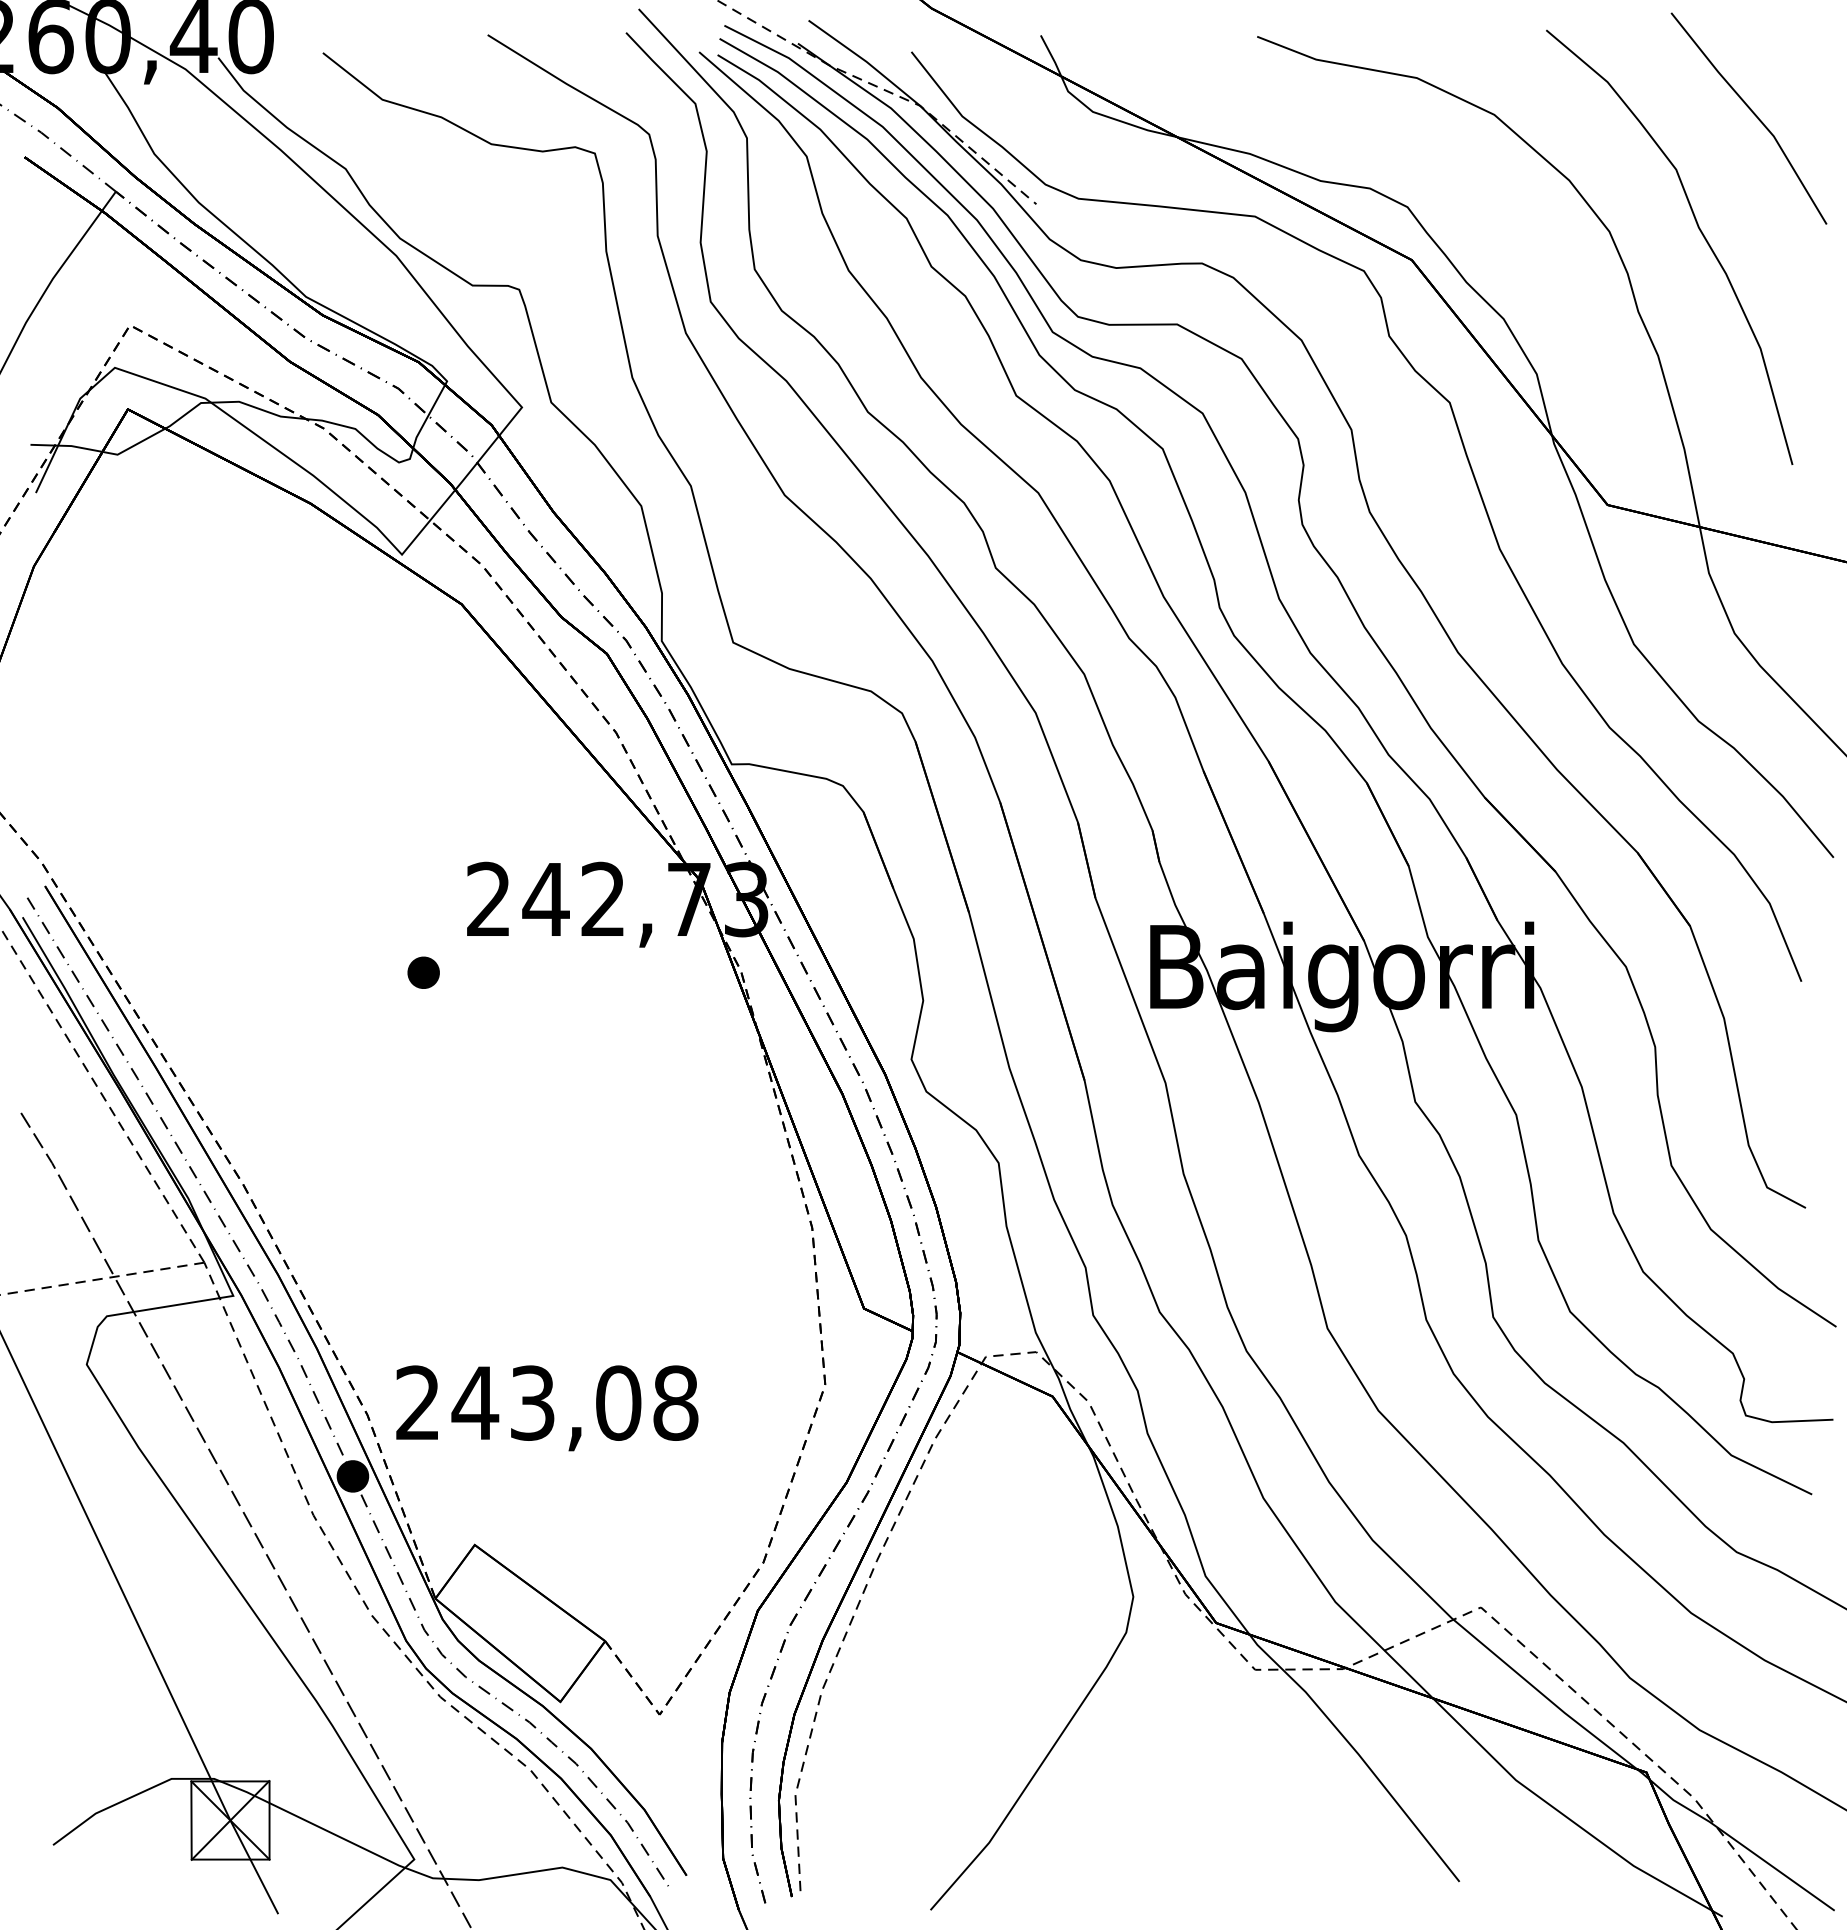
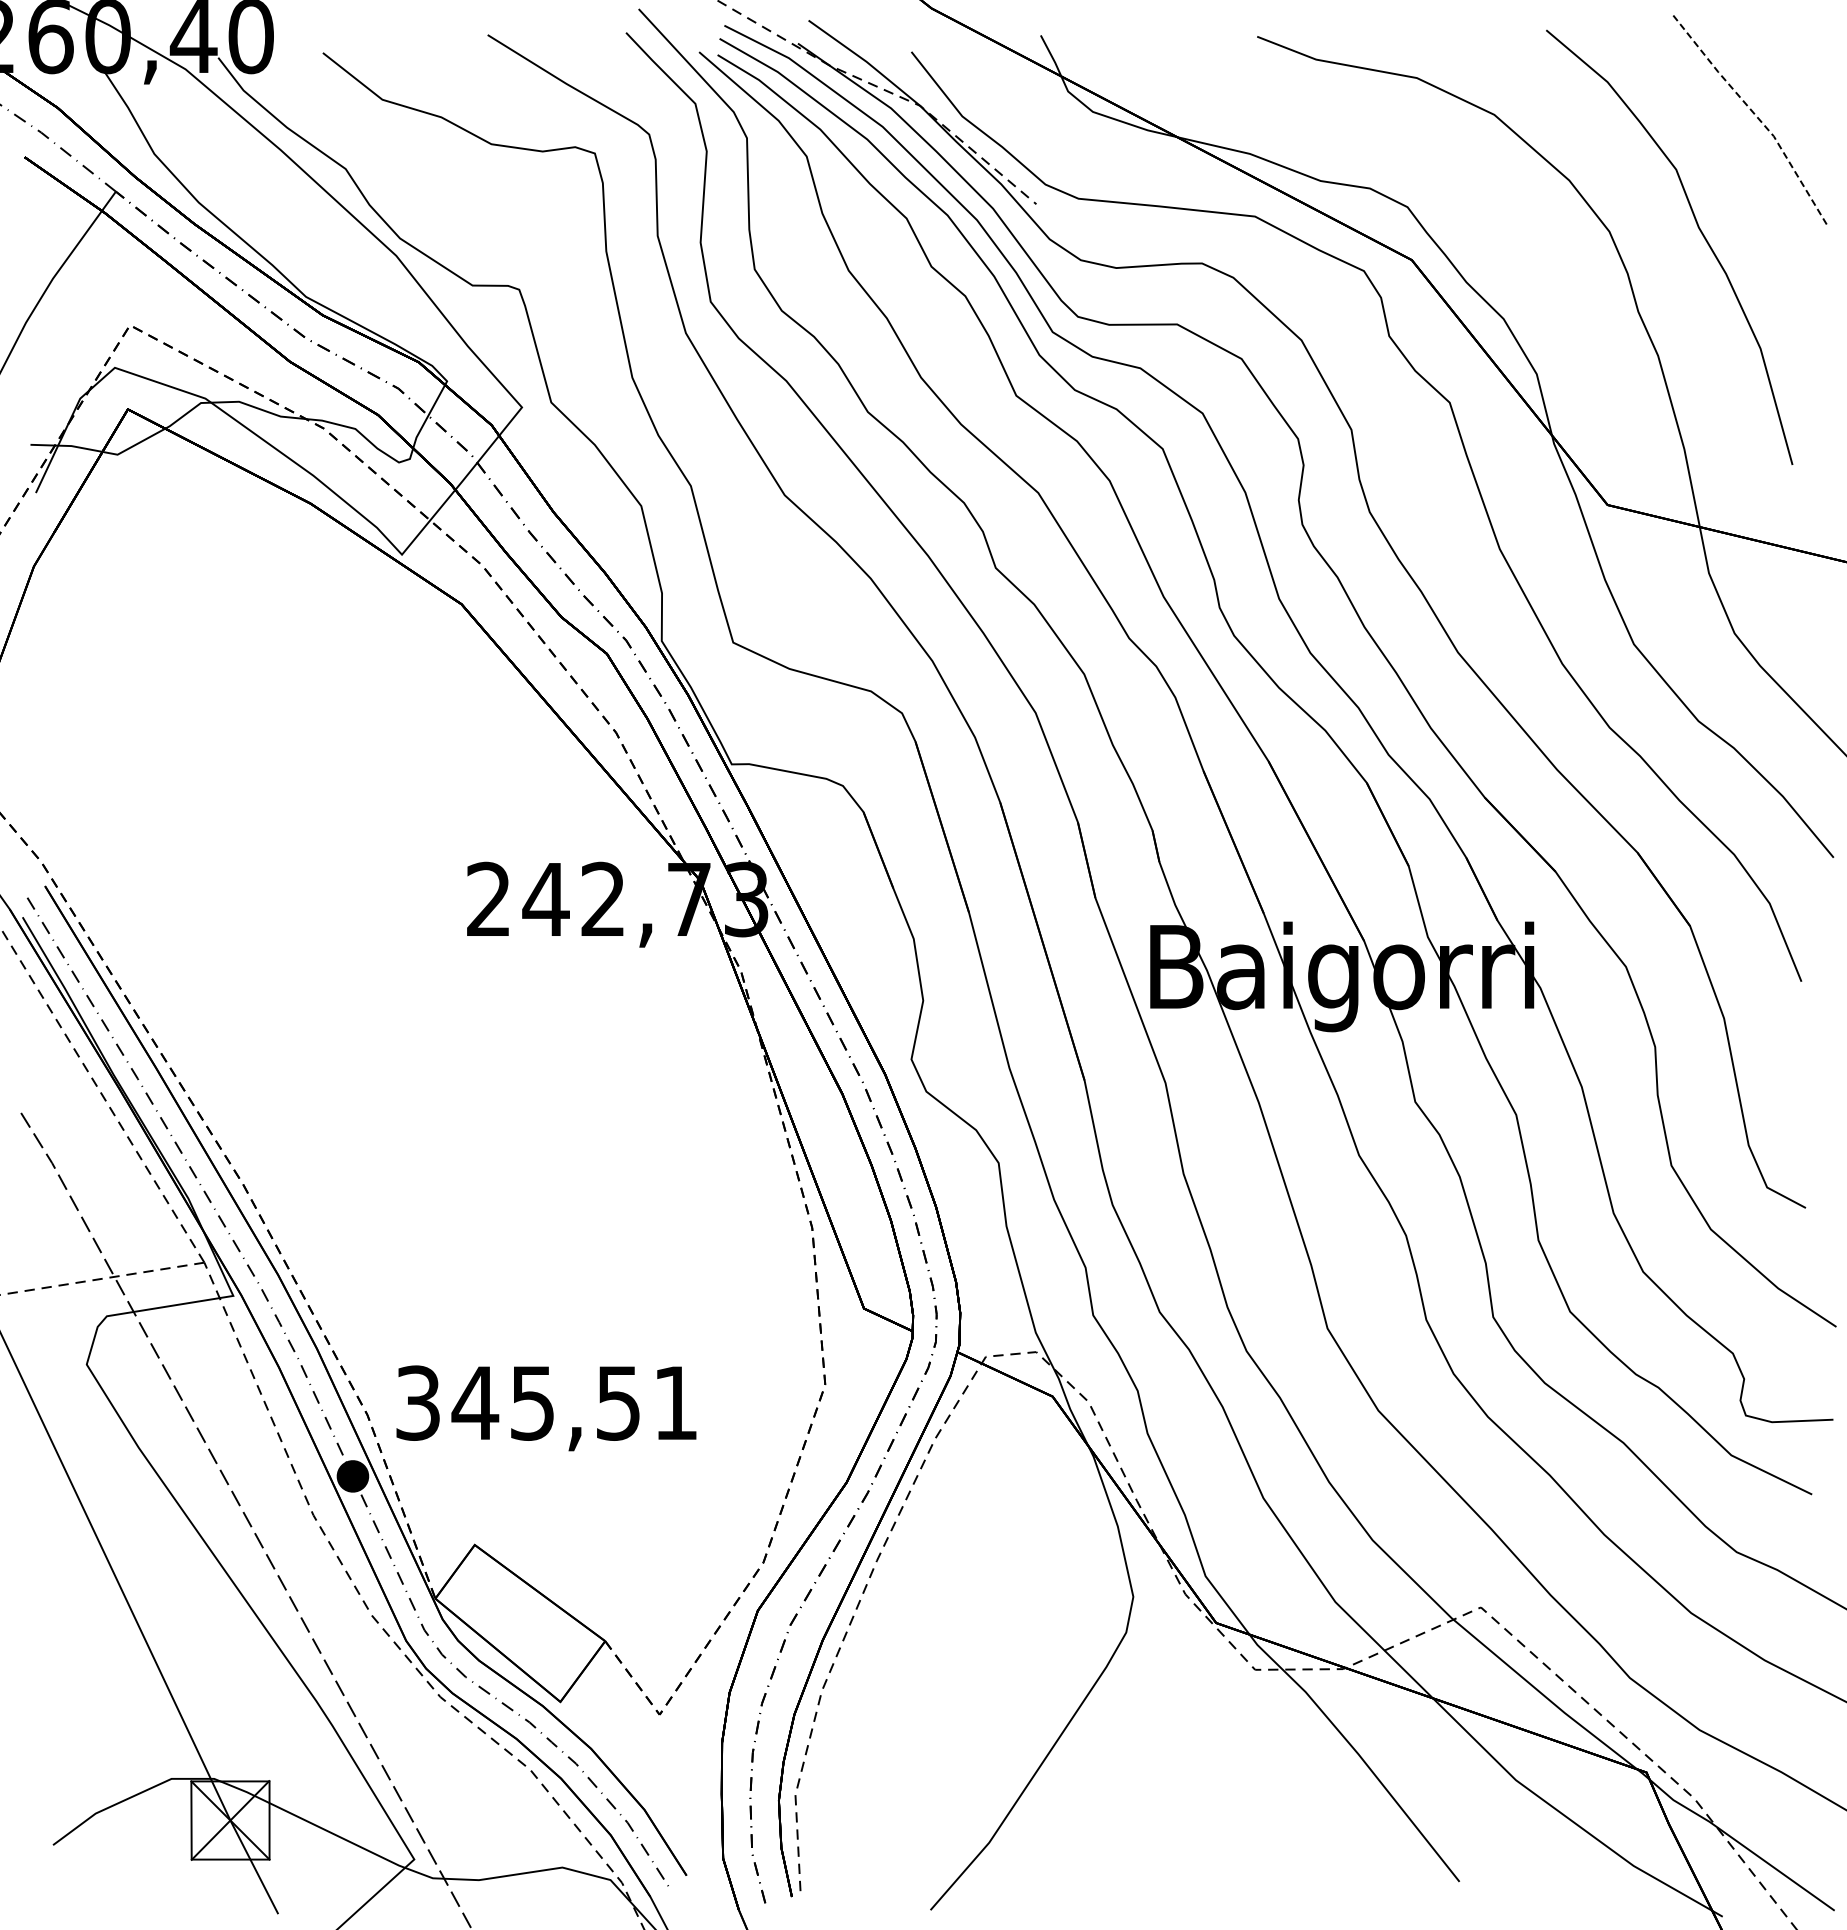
line at (1754, 114): solid -> dashed
part at (423, 972): present -> none
text at (547, 1402): 243,08 -> 345,51
